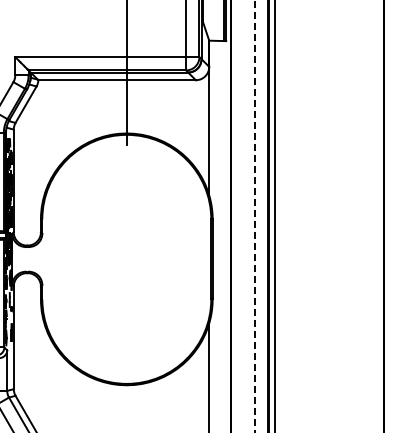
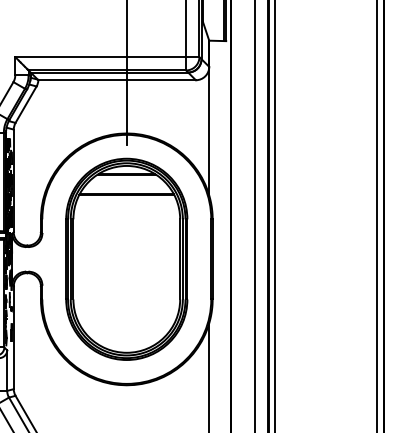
line at (377, 215): none -> present
line at (255, 216): dashed -> solid
part at (126, 258): none -> present
